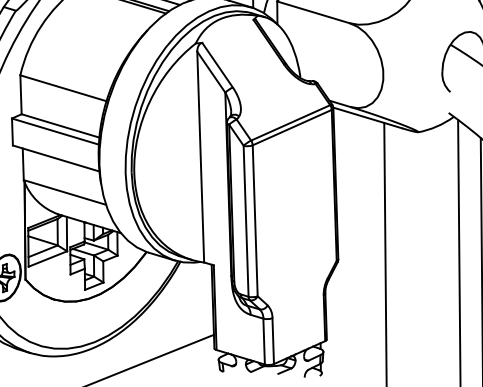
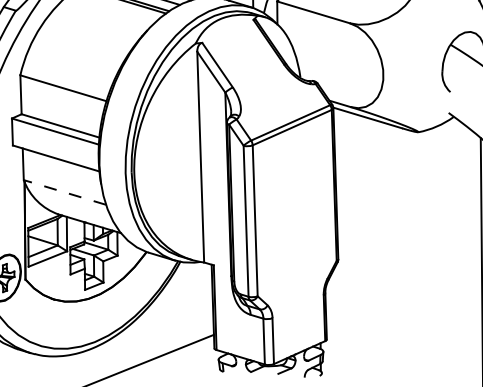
line at (64, 192): solid -> dashed
line at (459, 251): present -> none
line at (385, 252): present -> none
